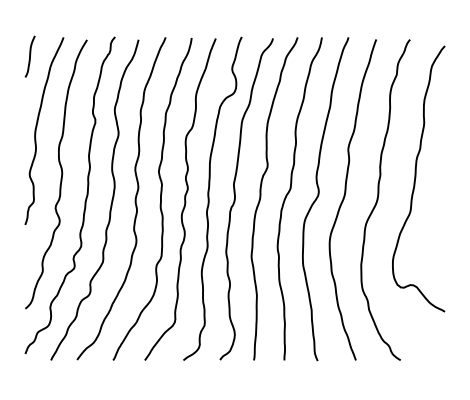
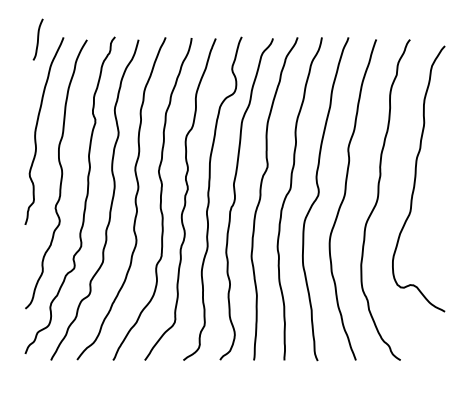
curve at (29, 56) position: (29, 56) -> (37, 39)
